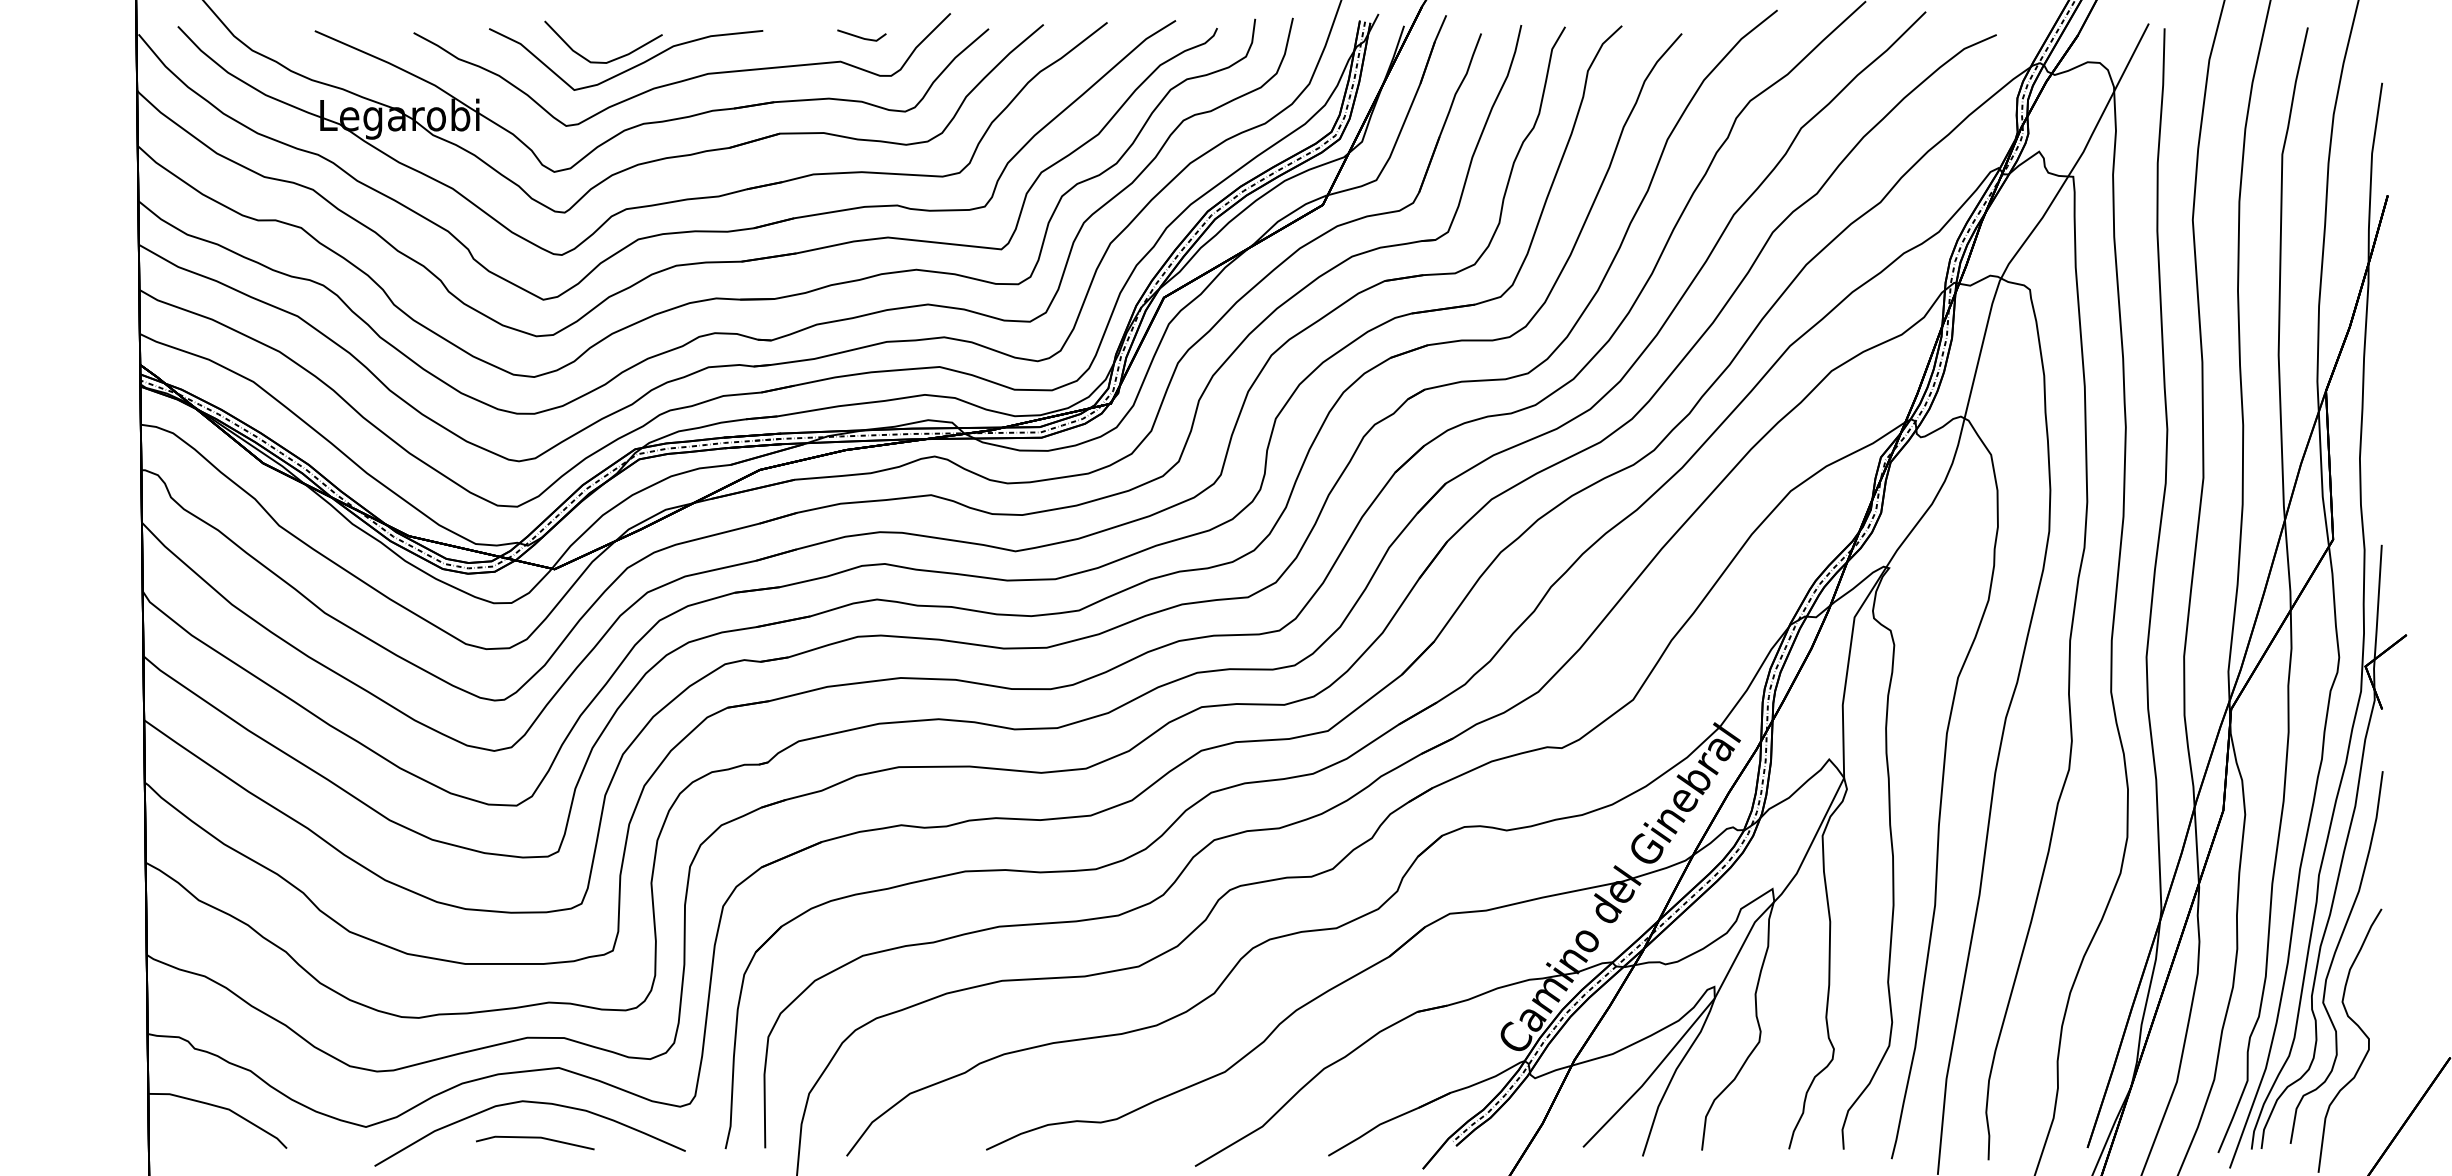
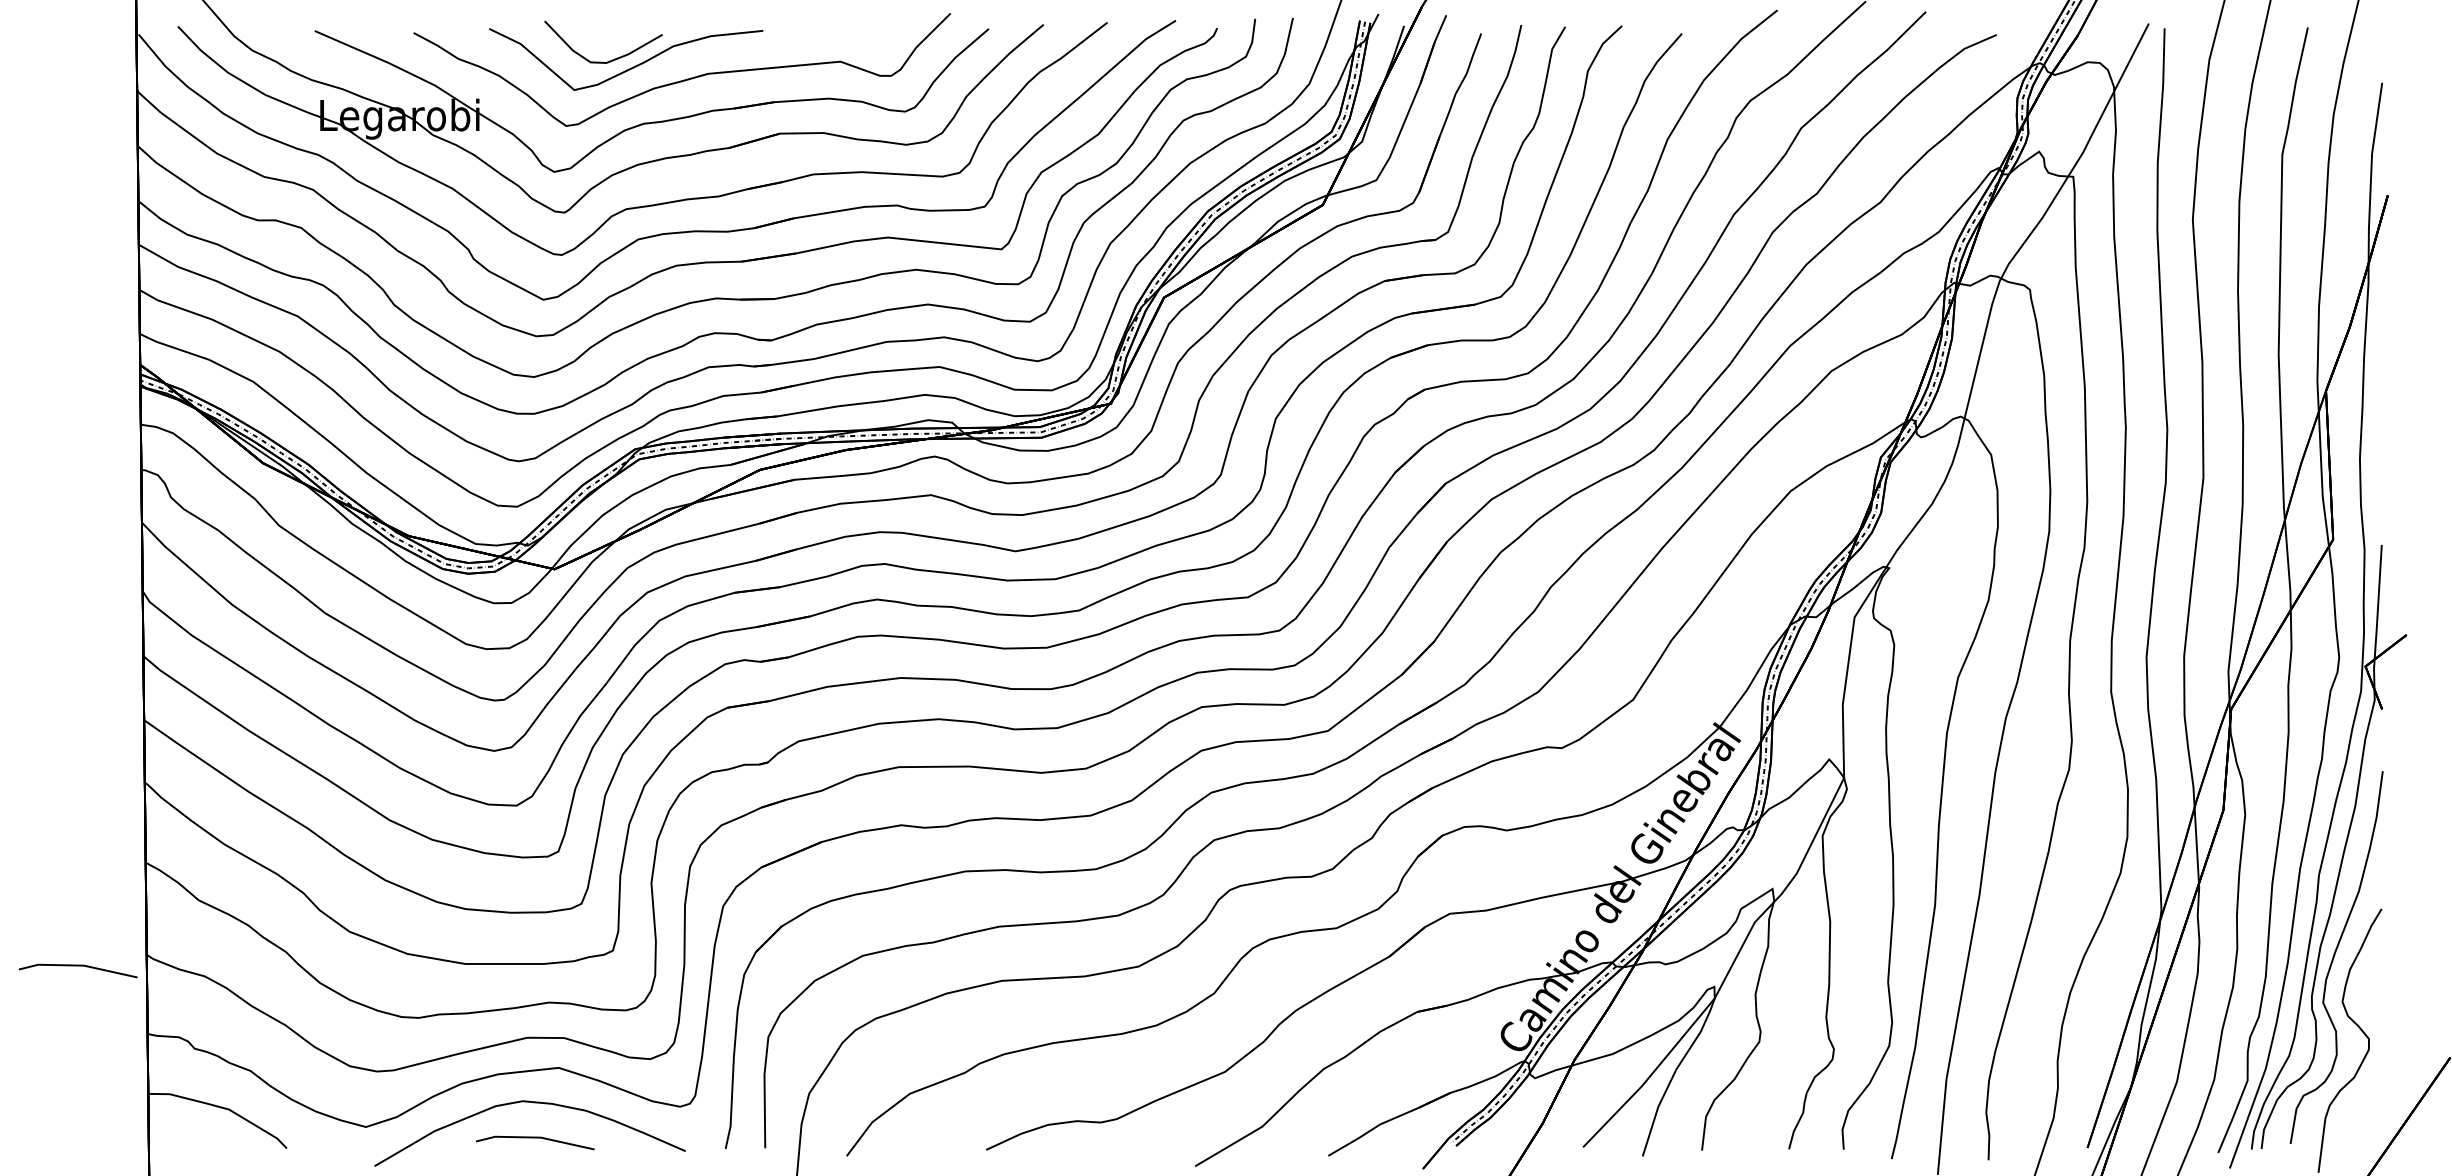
line at (860, 36): present -> none
line at (78, 966): none -> present
